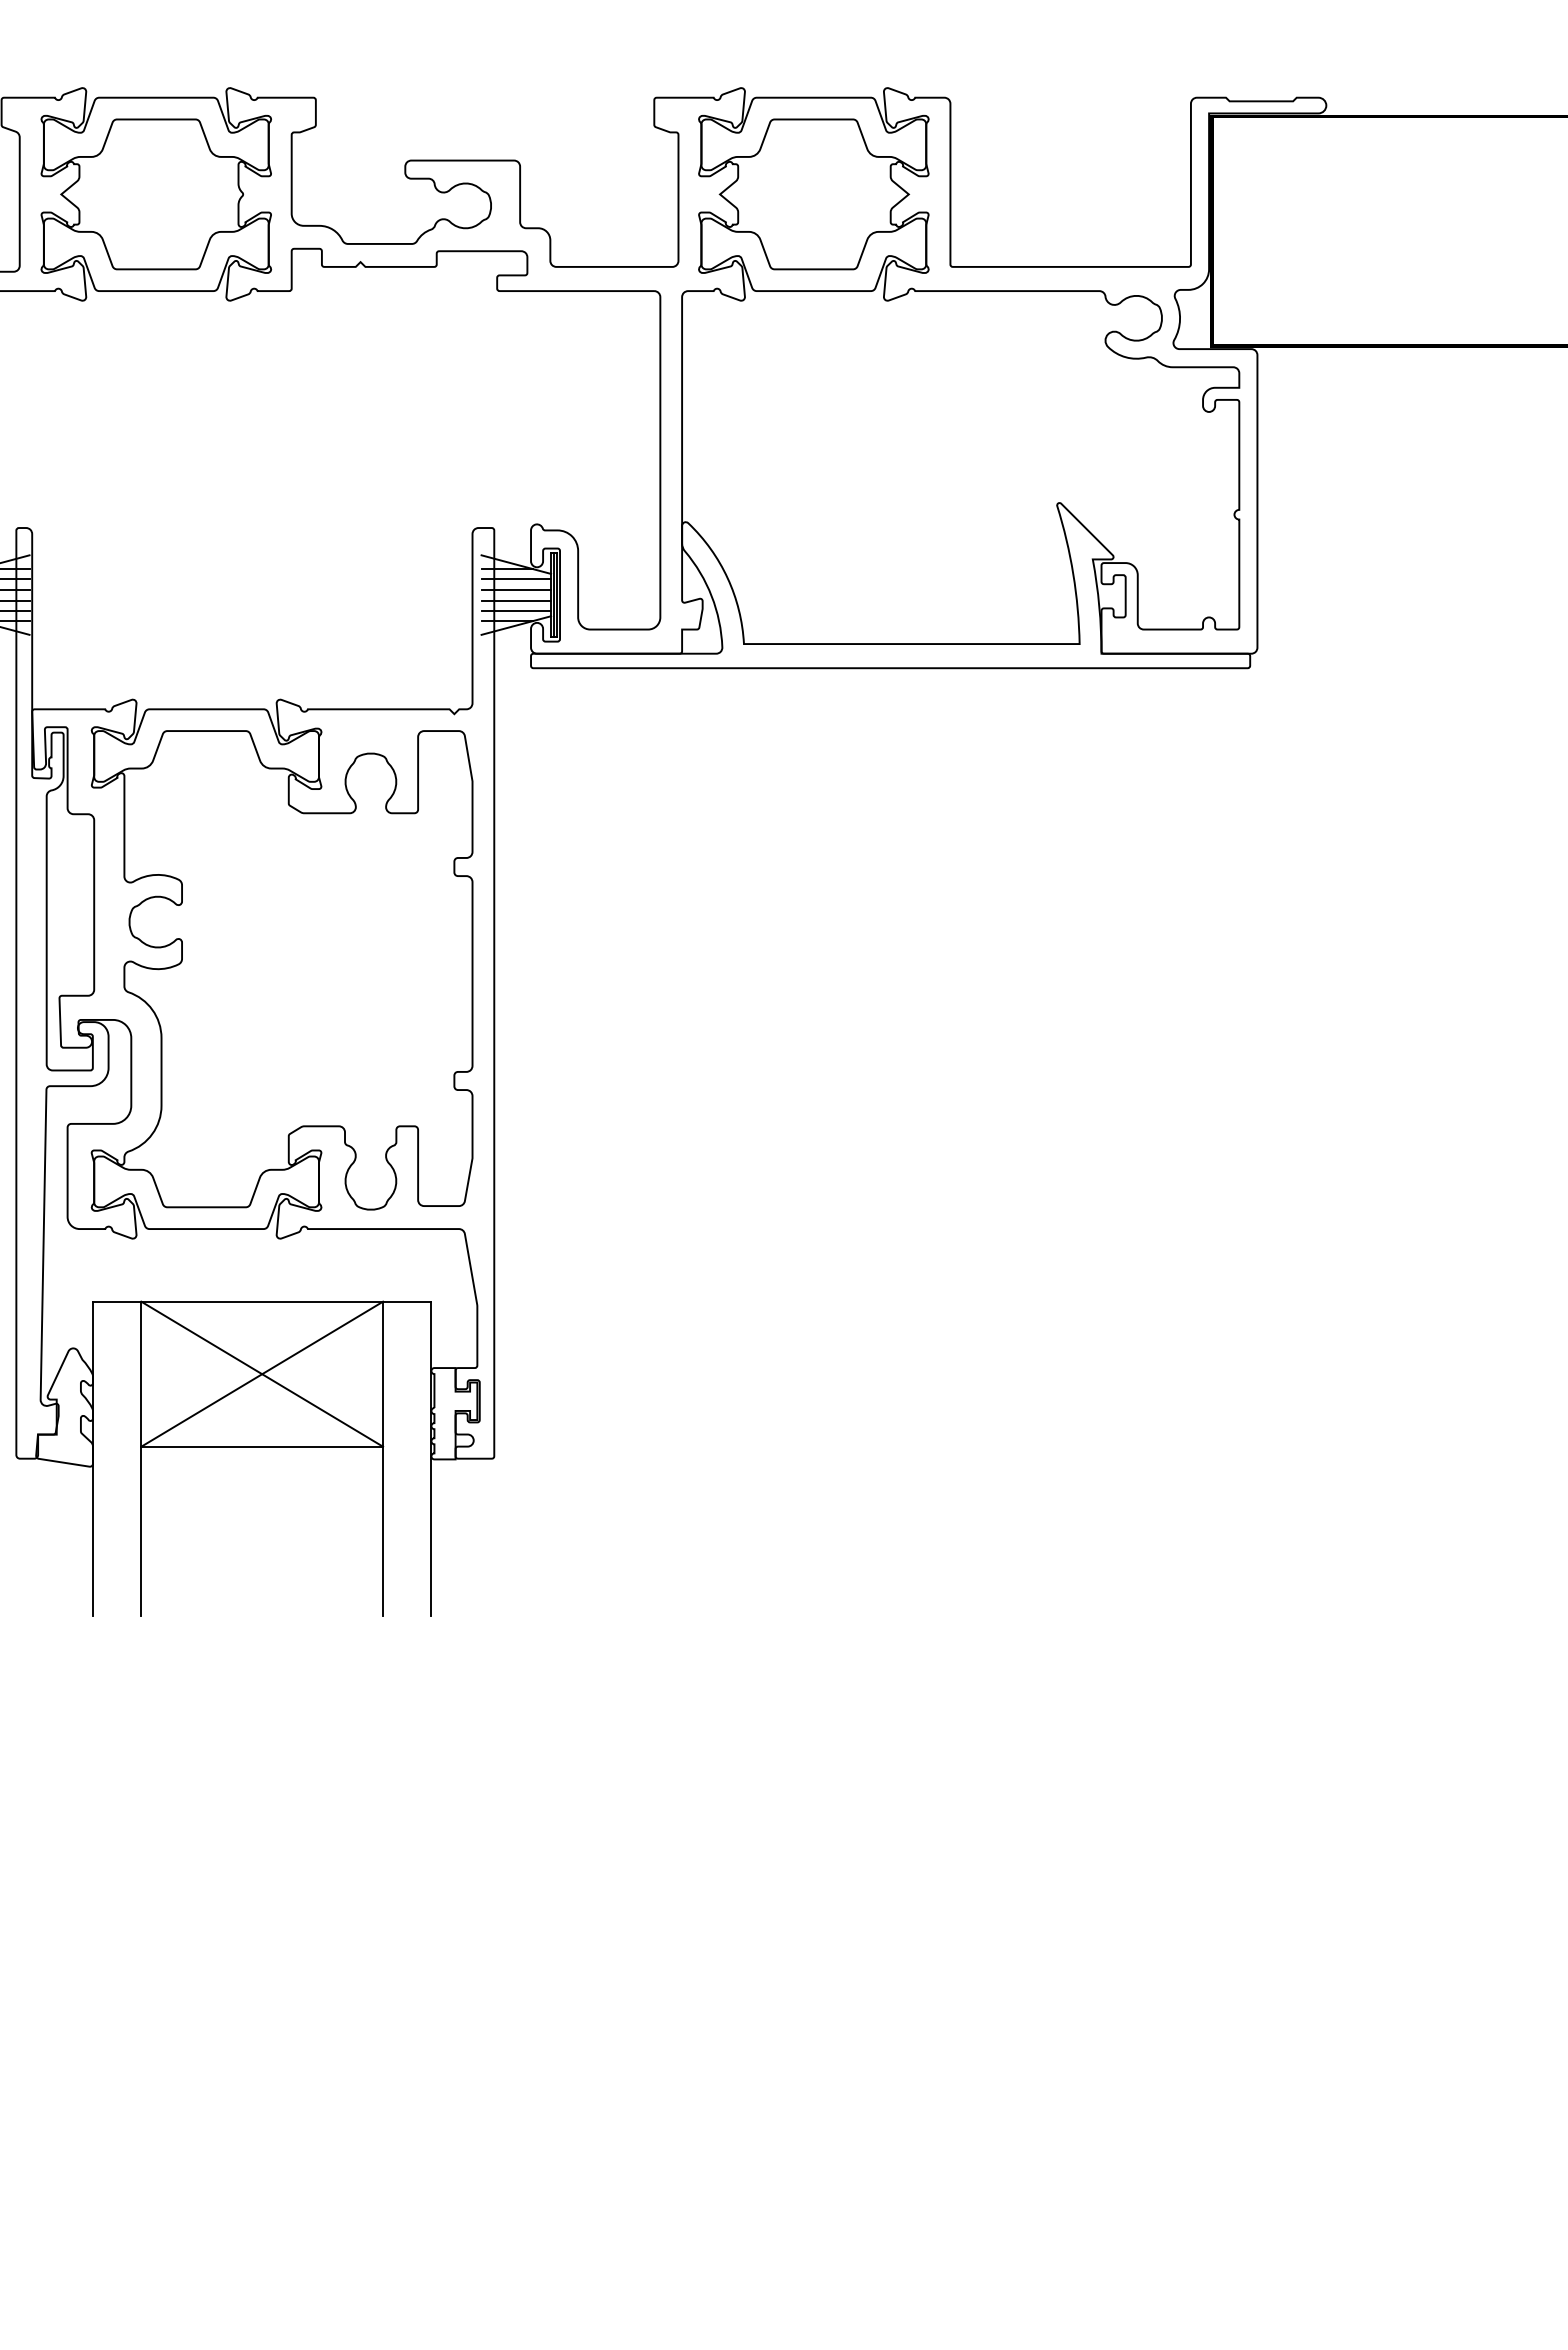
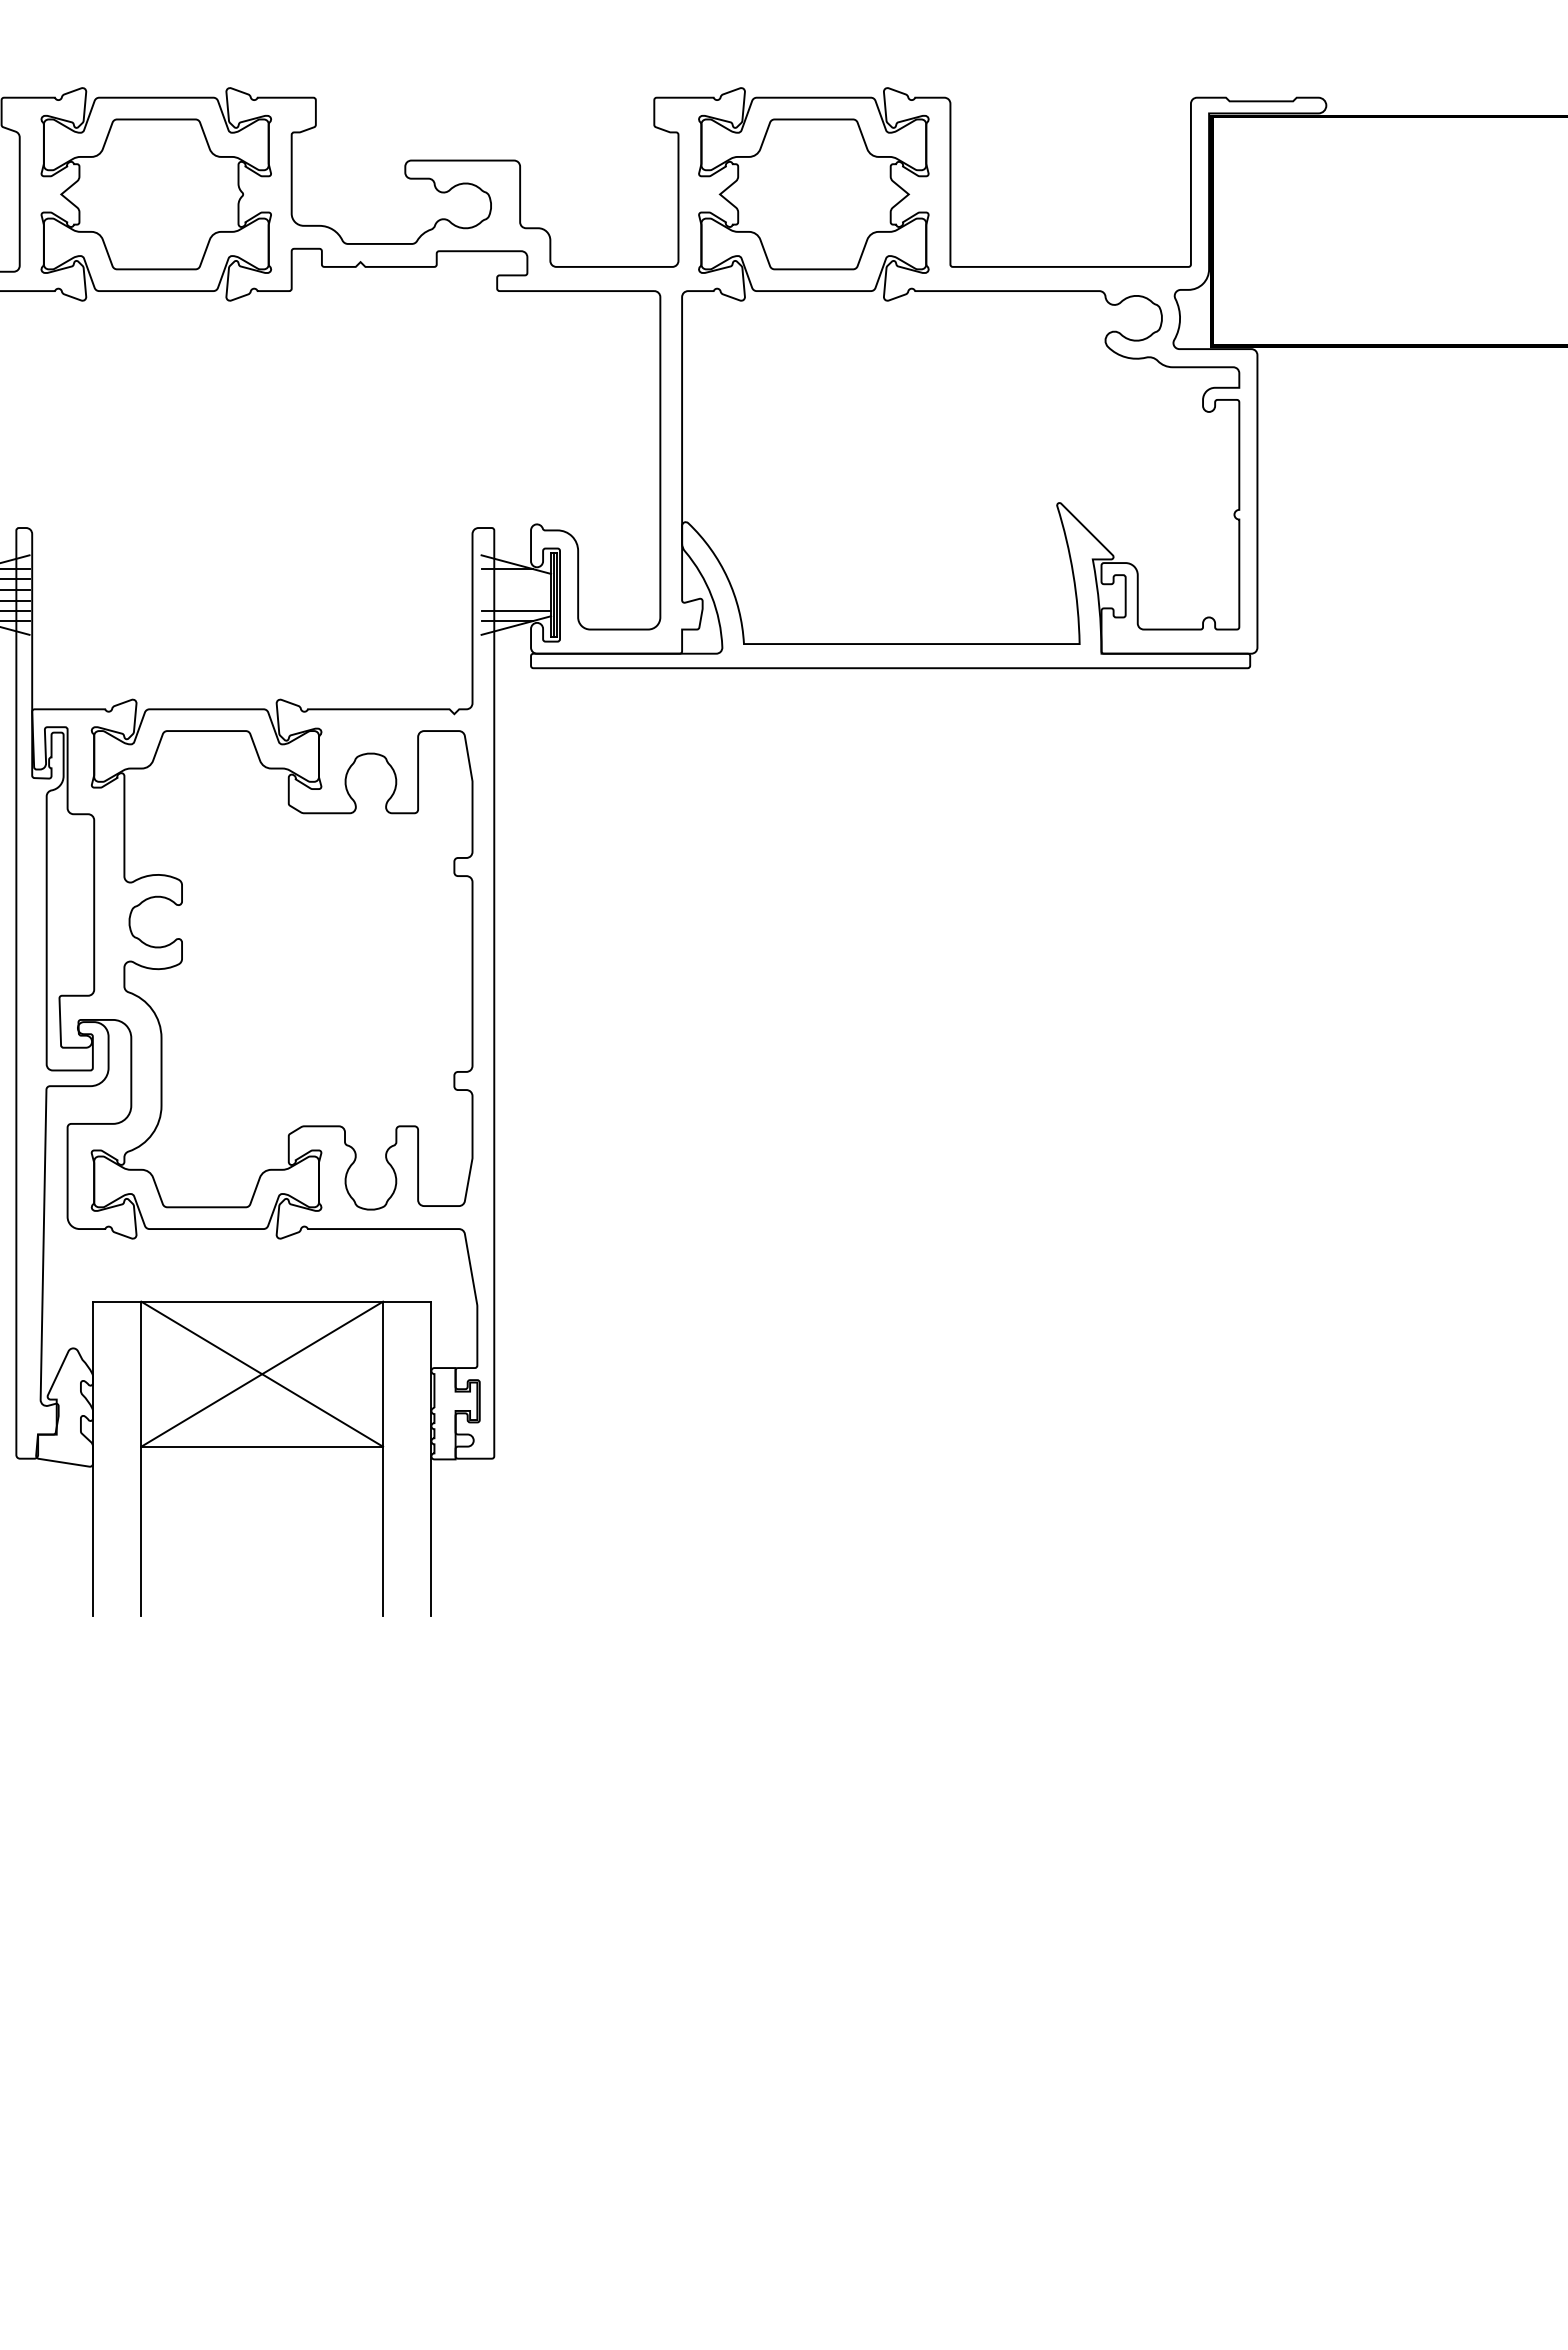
line at (516, 579): present -> none
line at (516, 589): present -> none
line at (516, 600): present -> none
